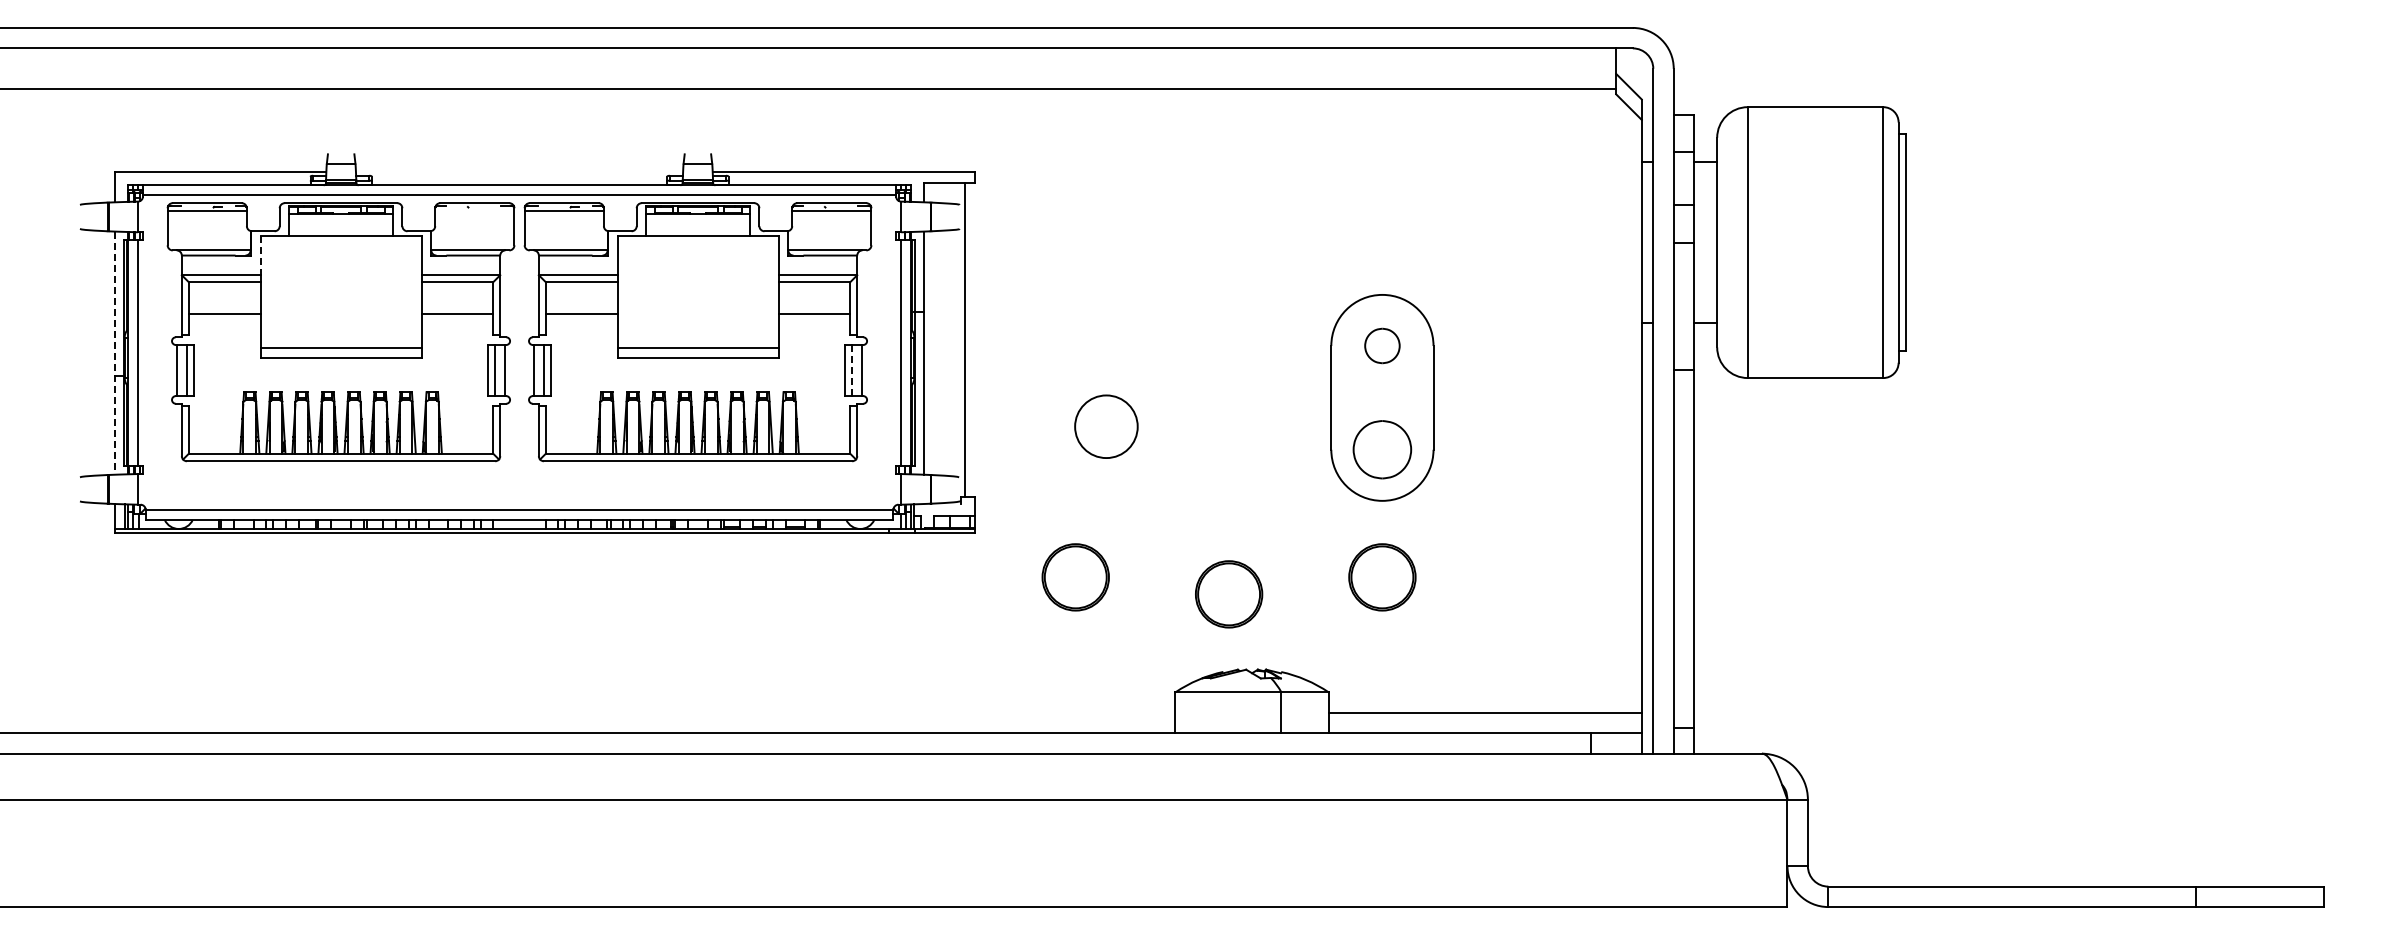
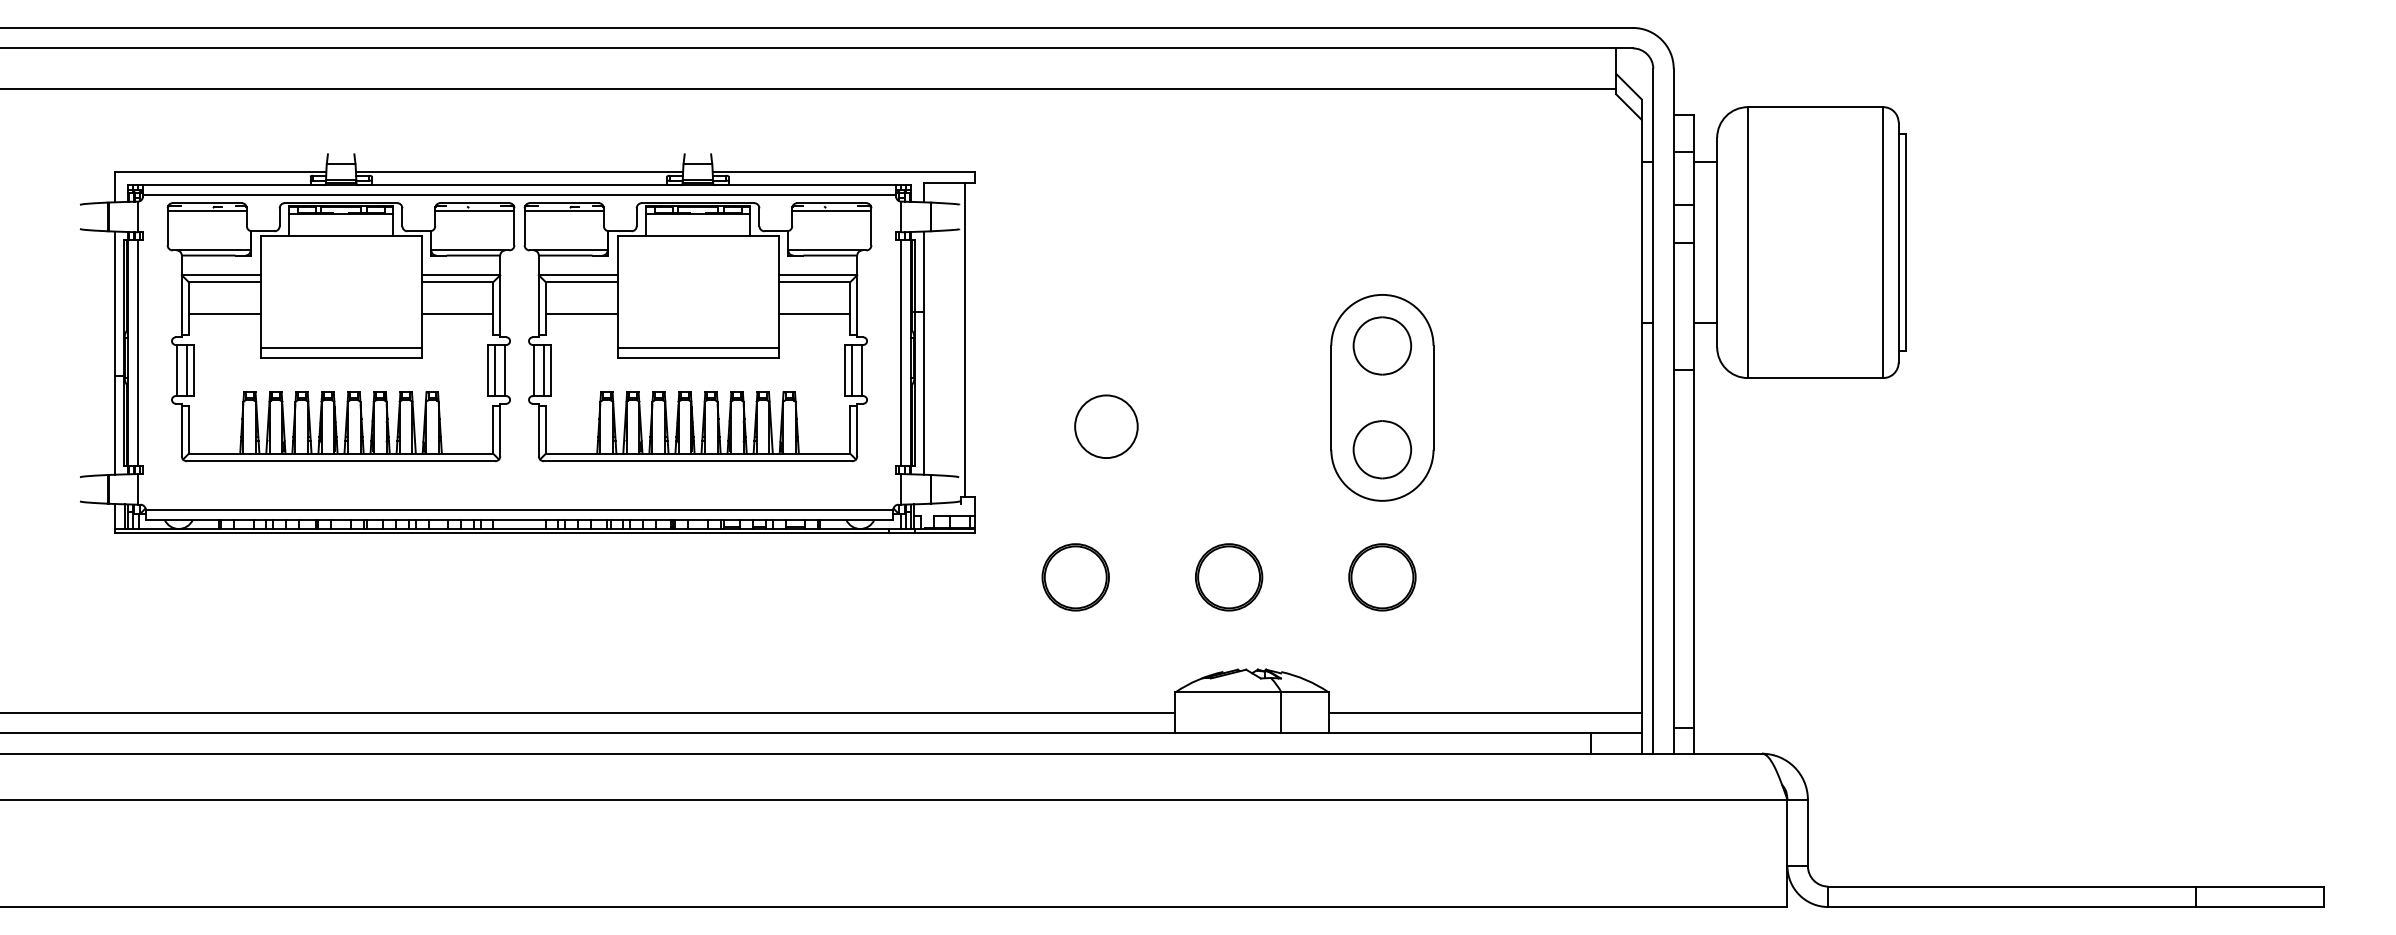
line at (519, 172): none -> present
line at (474, 210): none -> present
line at (260, 256): dashed -> solid
part at (1382, 345) size: 37x38 px -> 61x60 px
line at (114, 353): dashed -> solid
line at (851, 370): dashed -> solid
part at (1229, 594) position: (1229, 594) -> (1229, 577)
line at (588, 712): none -> present
